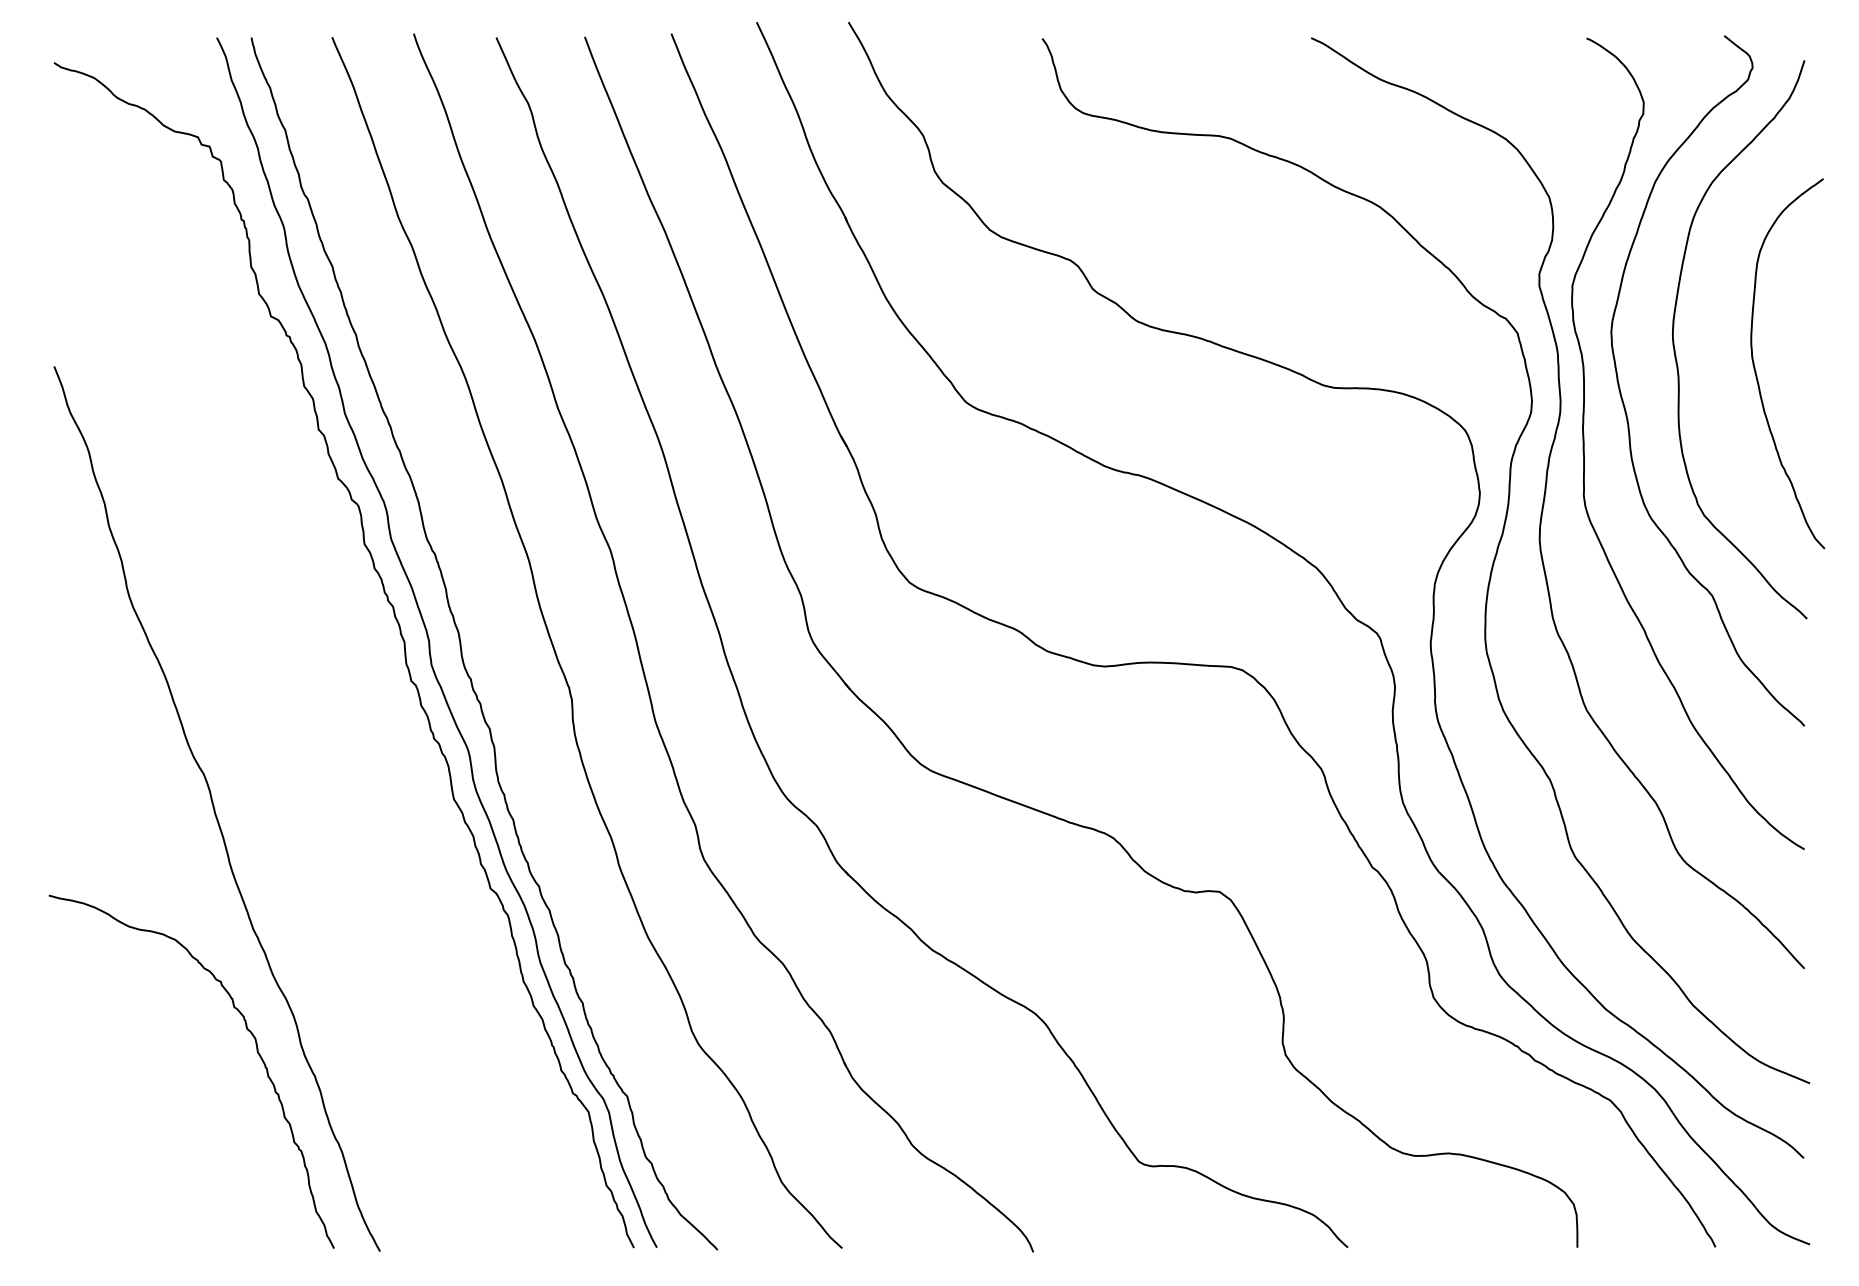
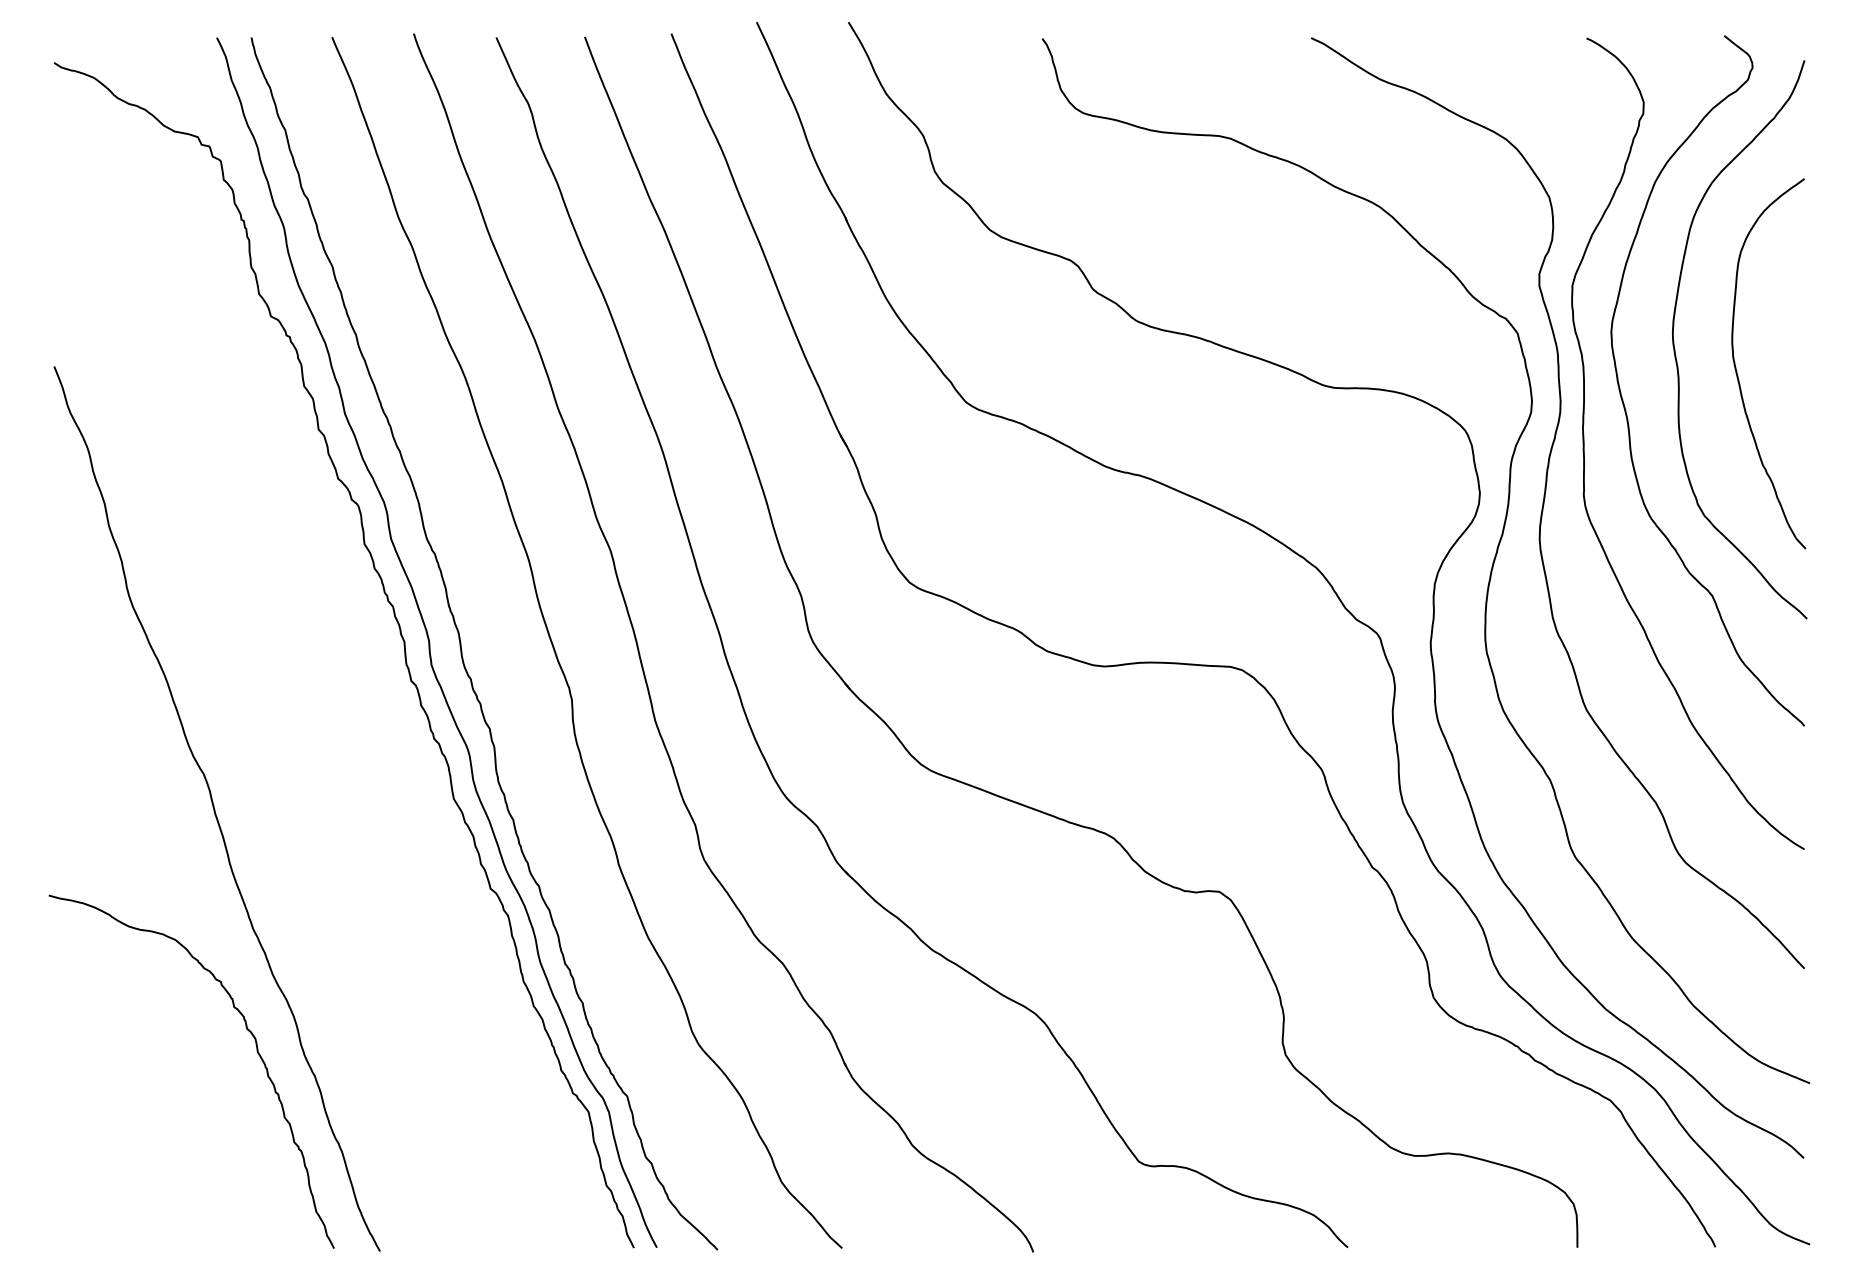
curve at (1756, 371) position: (1756, 371) -> (1737, 371)
